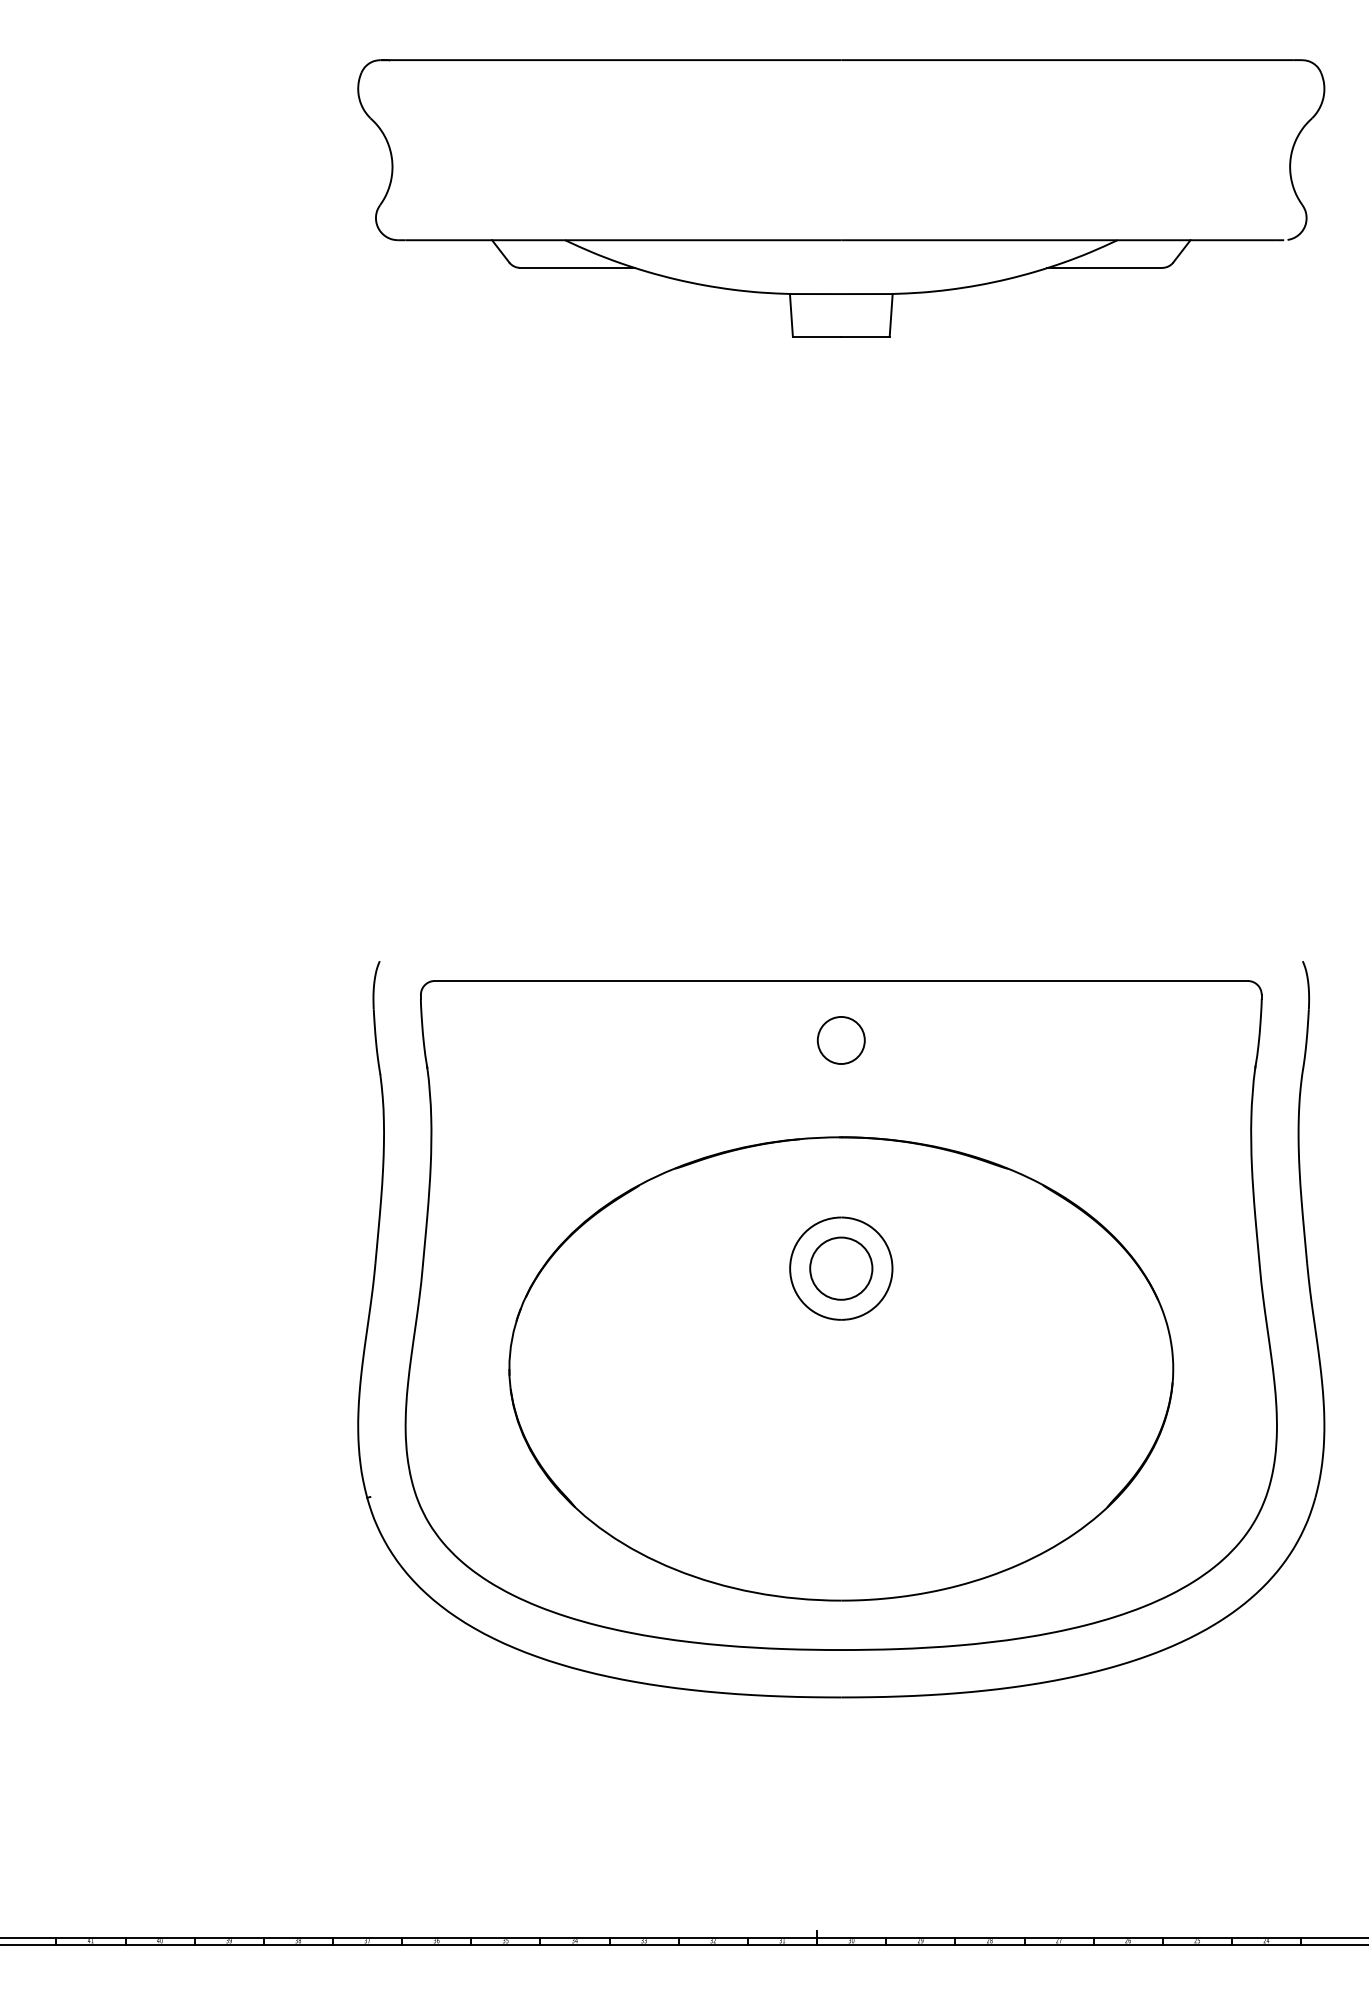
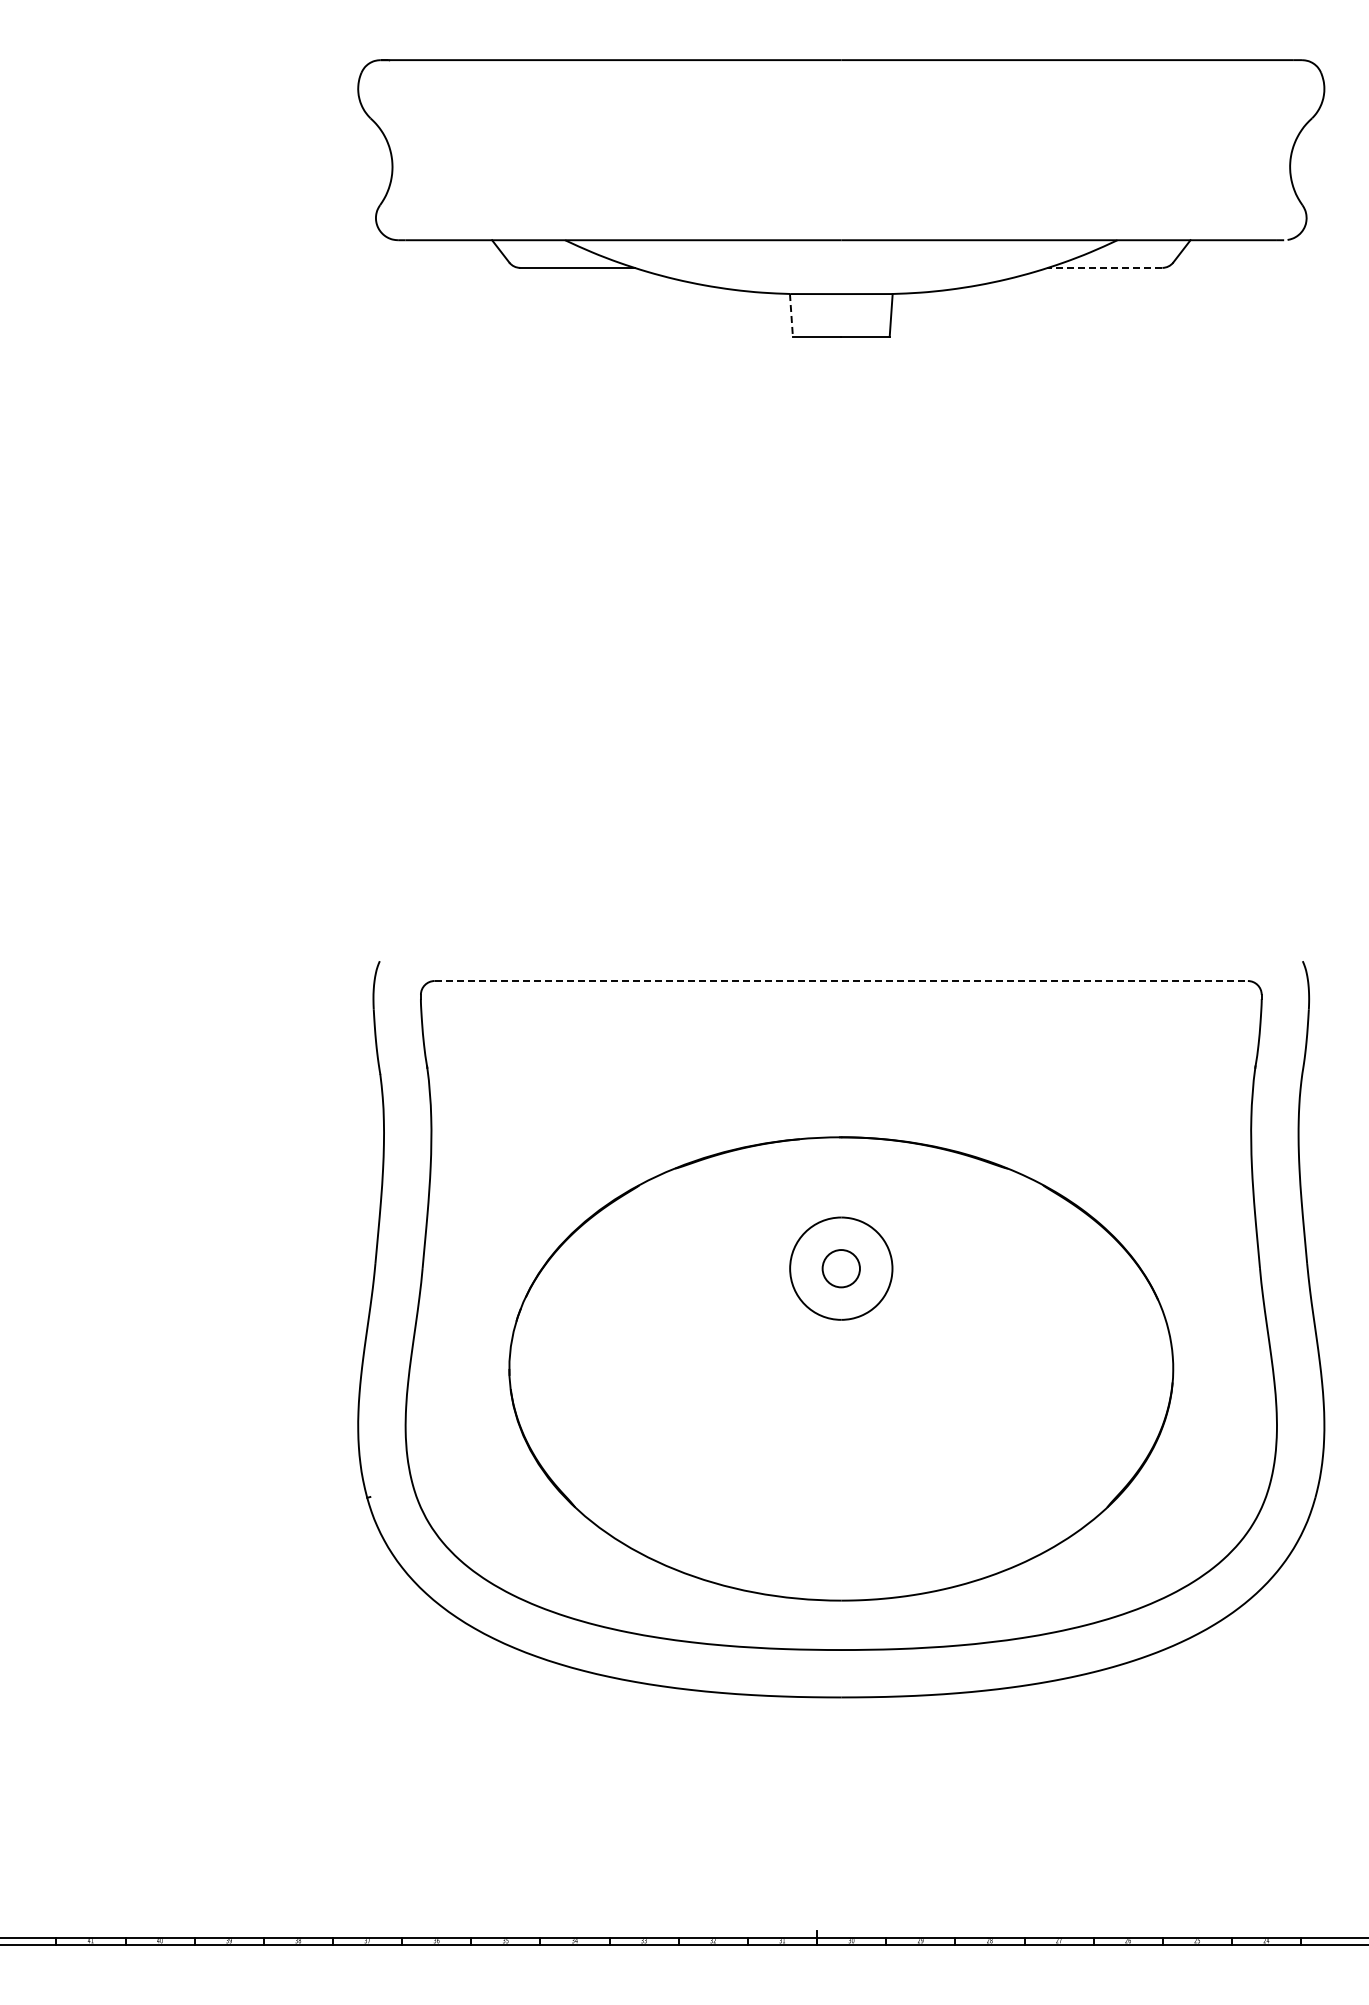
line at (1104, 267): solid -> dashed
line at (791, 315): solid -> dashed
line at (841, 981): solid -> dashed
circle at (840, 1040): present -> none
circle at (841, 1268) diameter: 62 px -> 37 px
